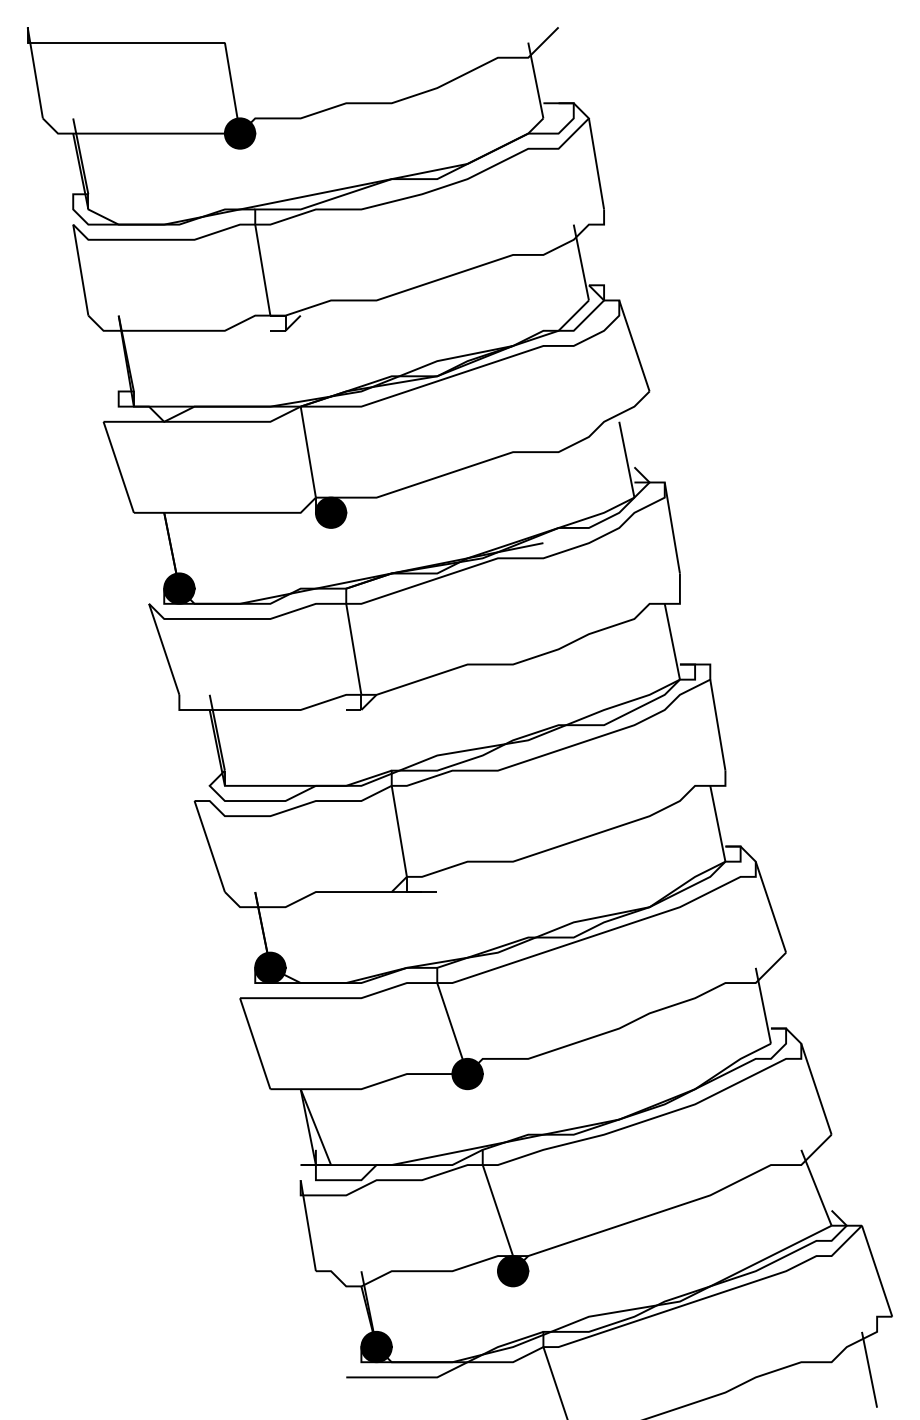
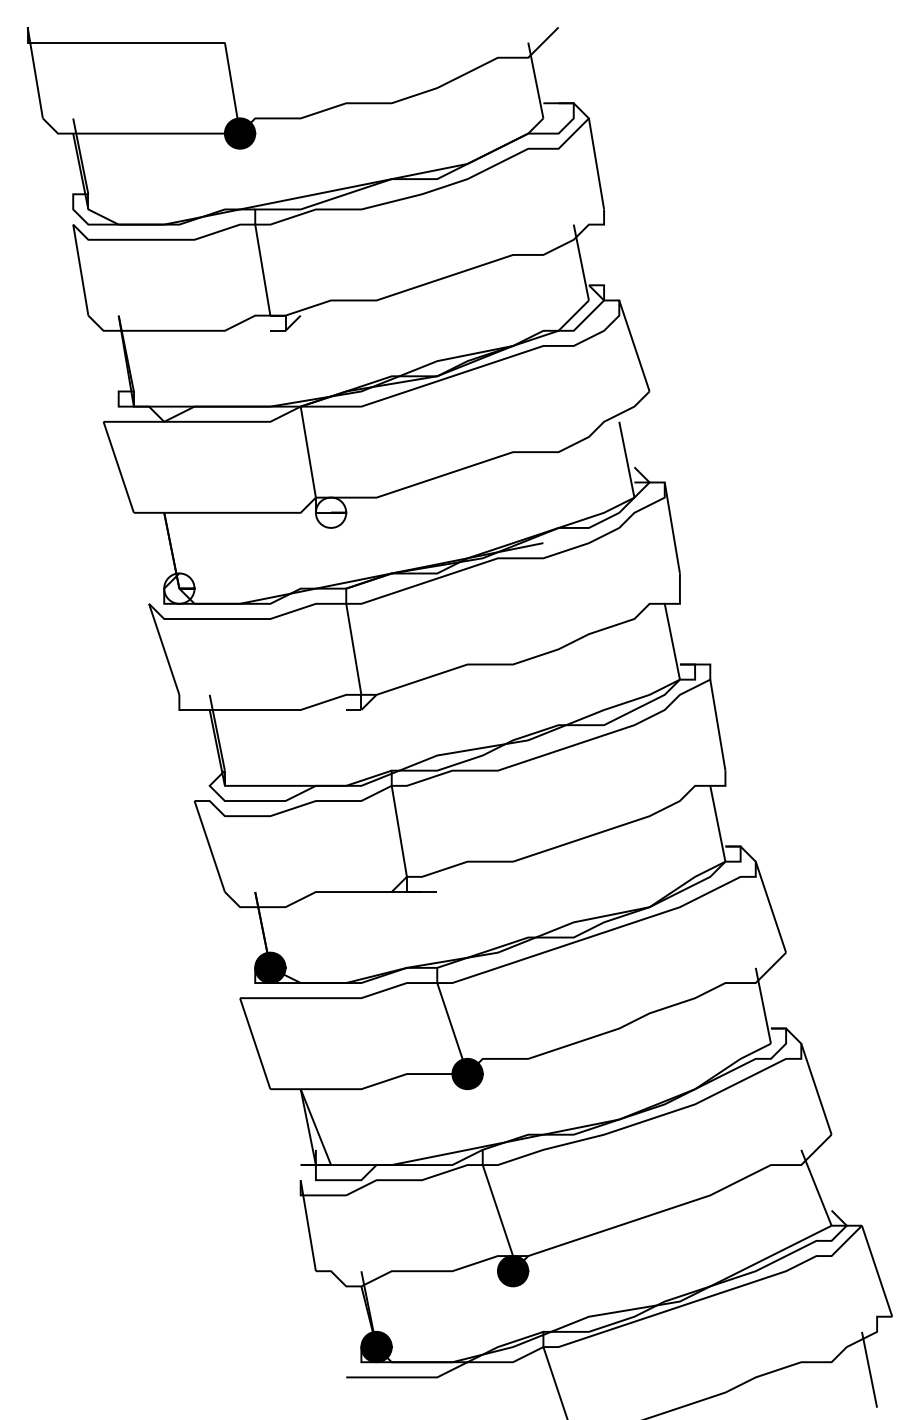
fill at (330, 512): present -> none
fill at (179, 588): present -> none
